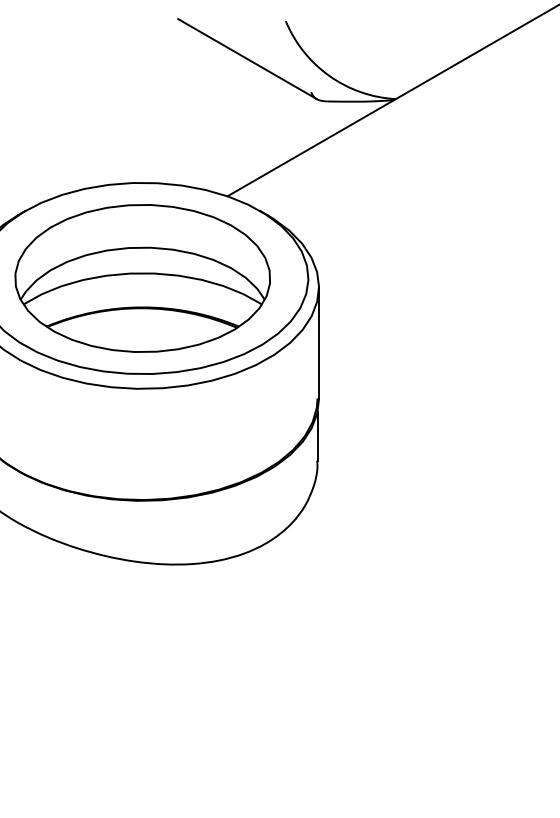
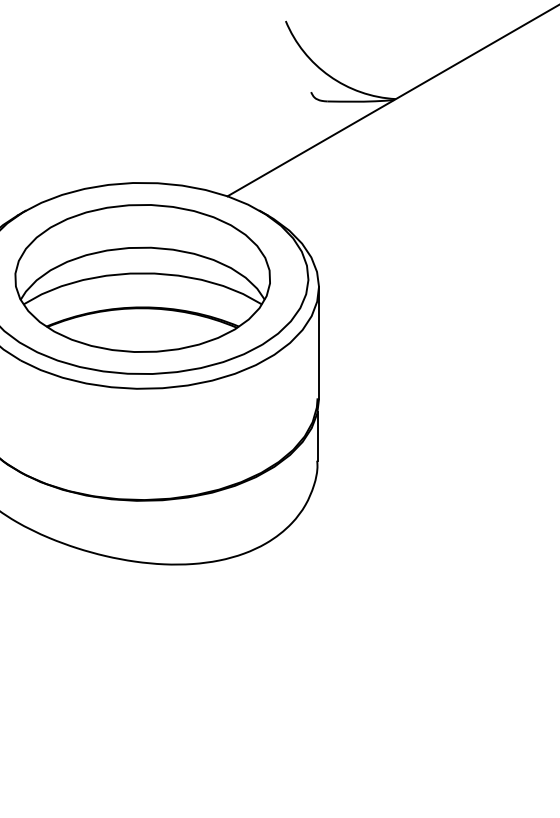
line at (247, 58): present -> none
